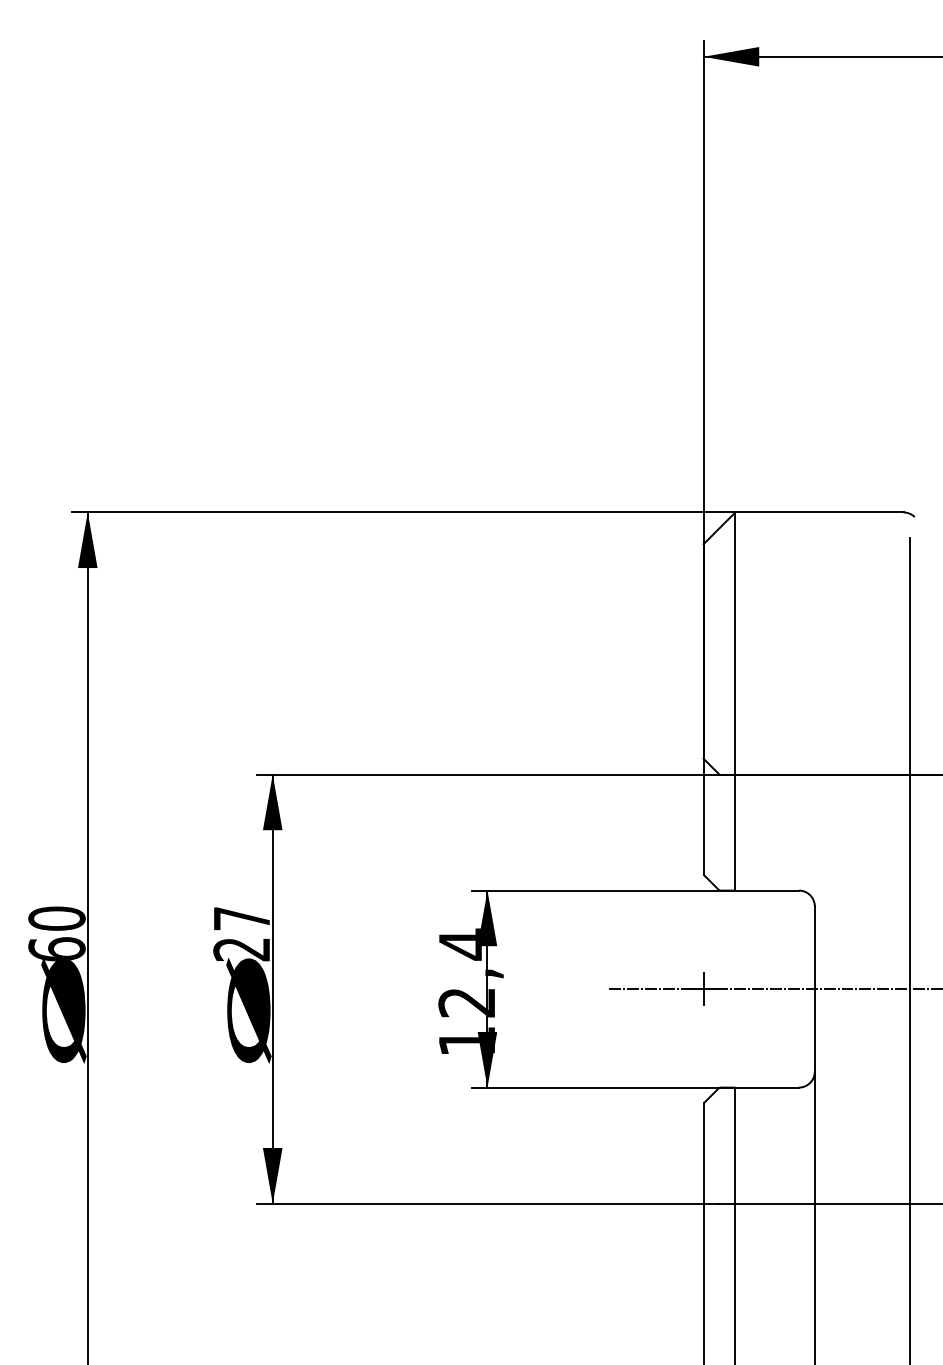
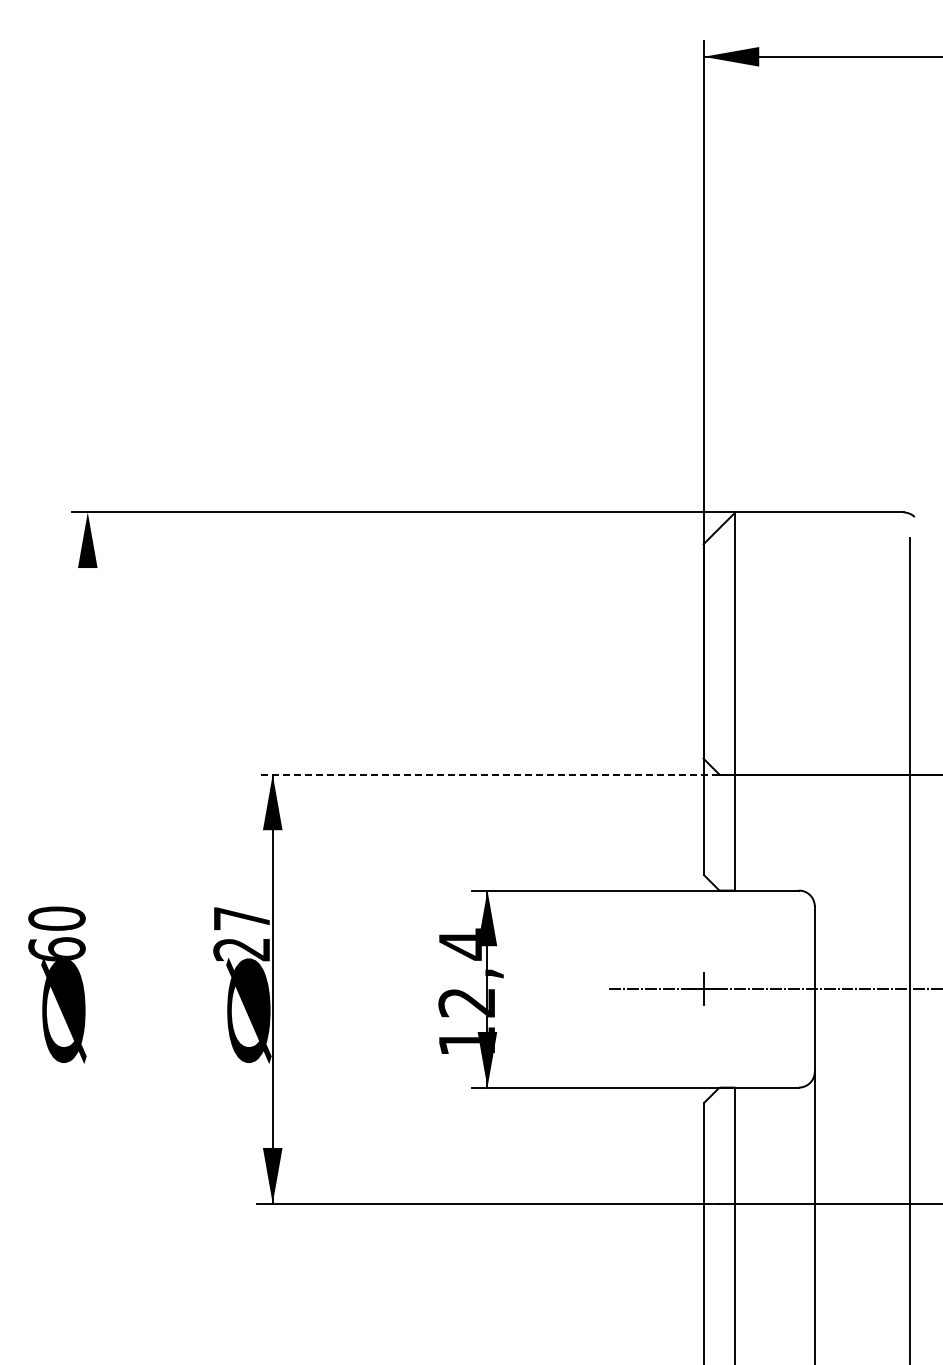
line at (487, 774): solid -> dashed
line at (87, 936): present -> none
